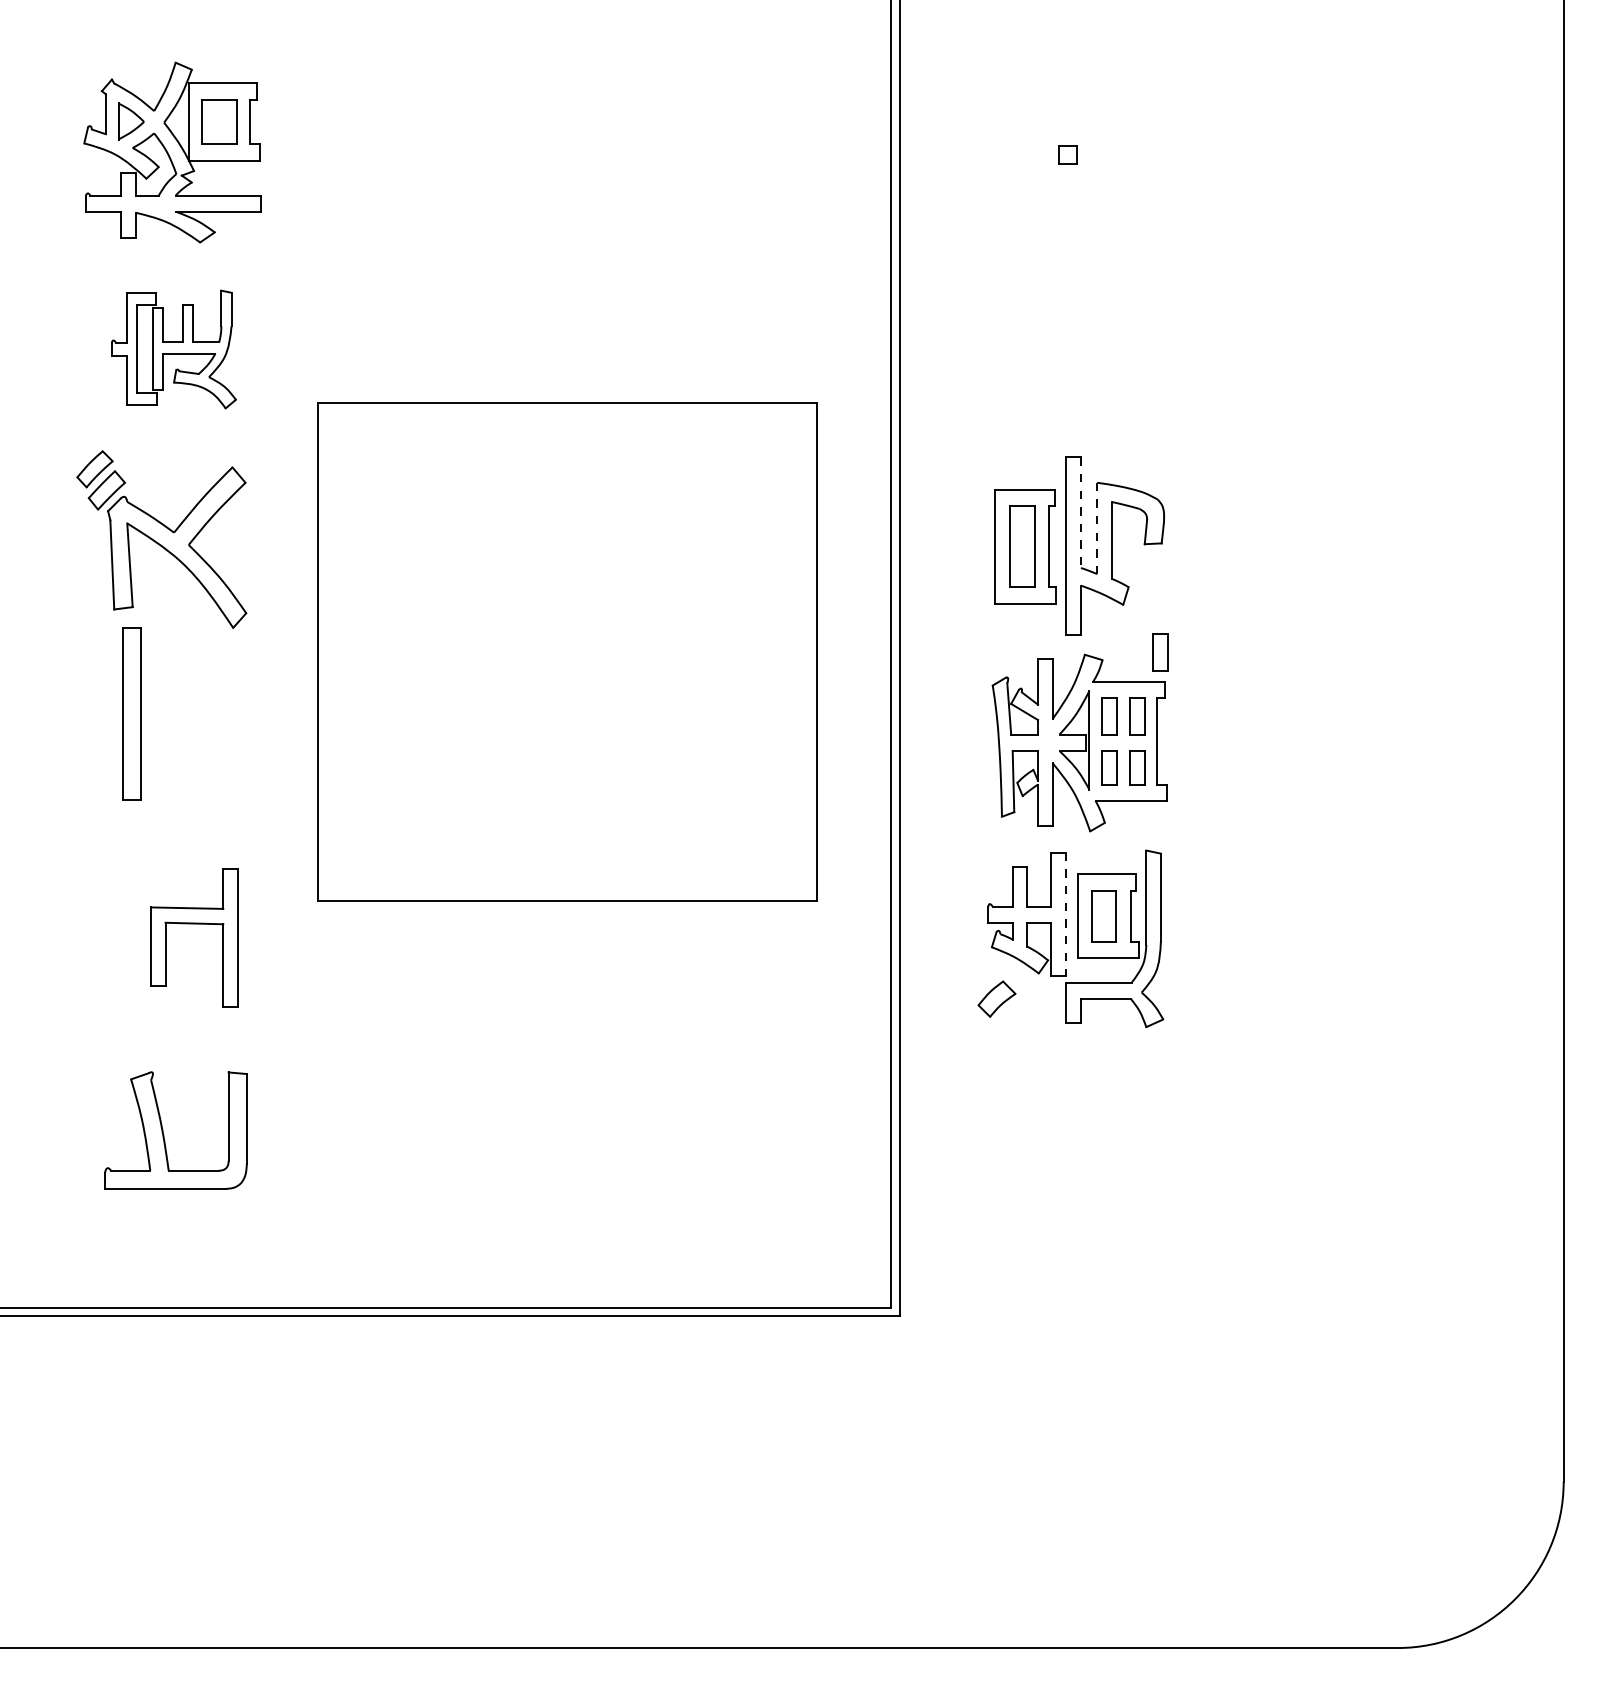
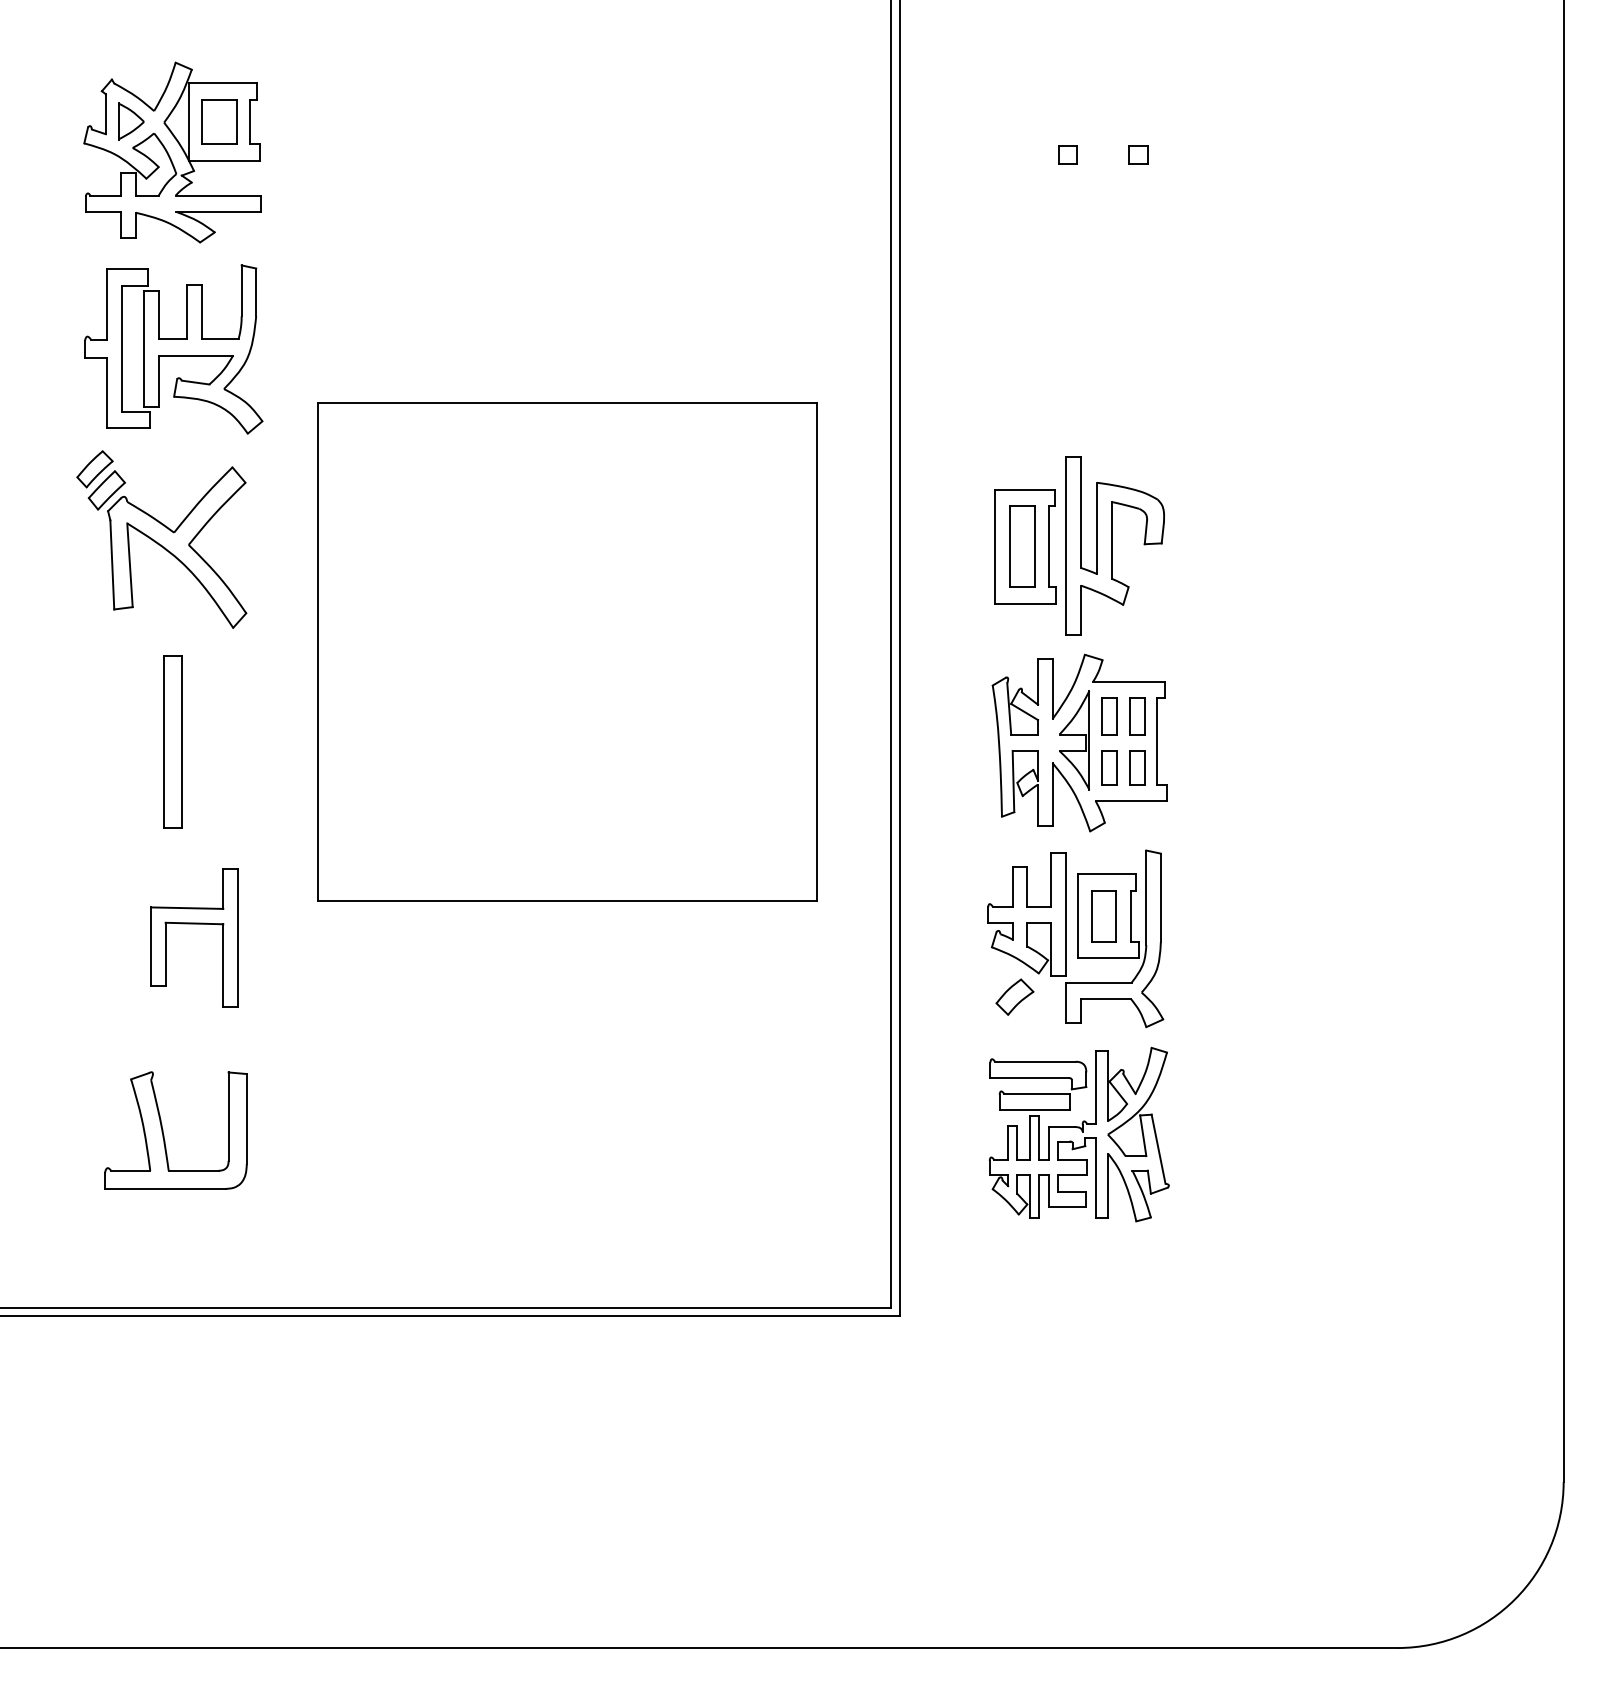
part at (1138, 154): none -> present
part at (173, 349) size: 126x121 px -> 180x171 px
line at (1081, 513): dashed -> solid
line at (1097, 528): dashed -> solid
part at (1160, 652): present -> none
part at (131, 713) position: (131, 713) -> (172, 741)
line at (1065, 914): dashed -> solid
part at (996, 998) position: (996, 998) -> (1014, 996)
part at (1078, 1134): none -> present
